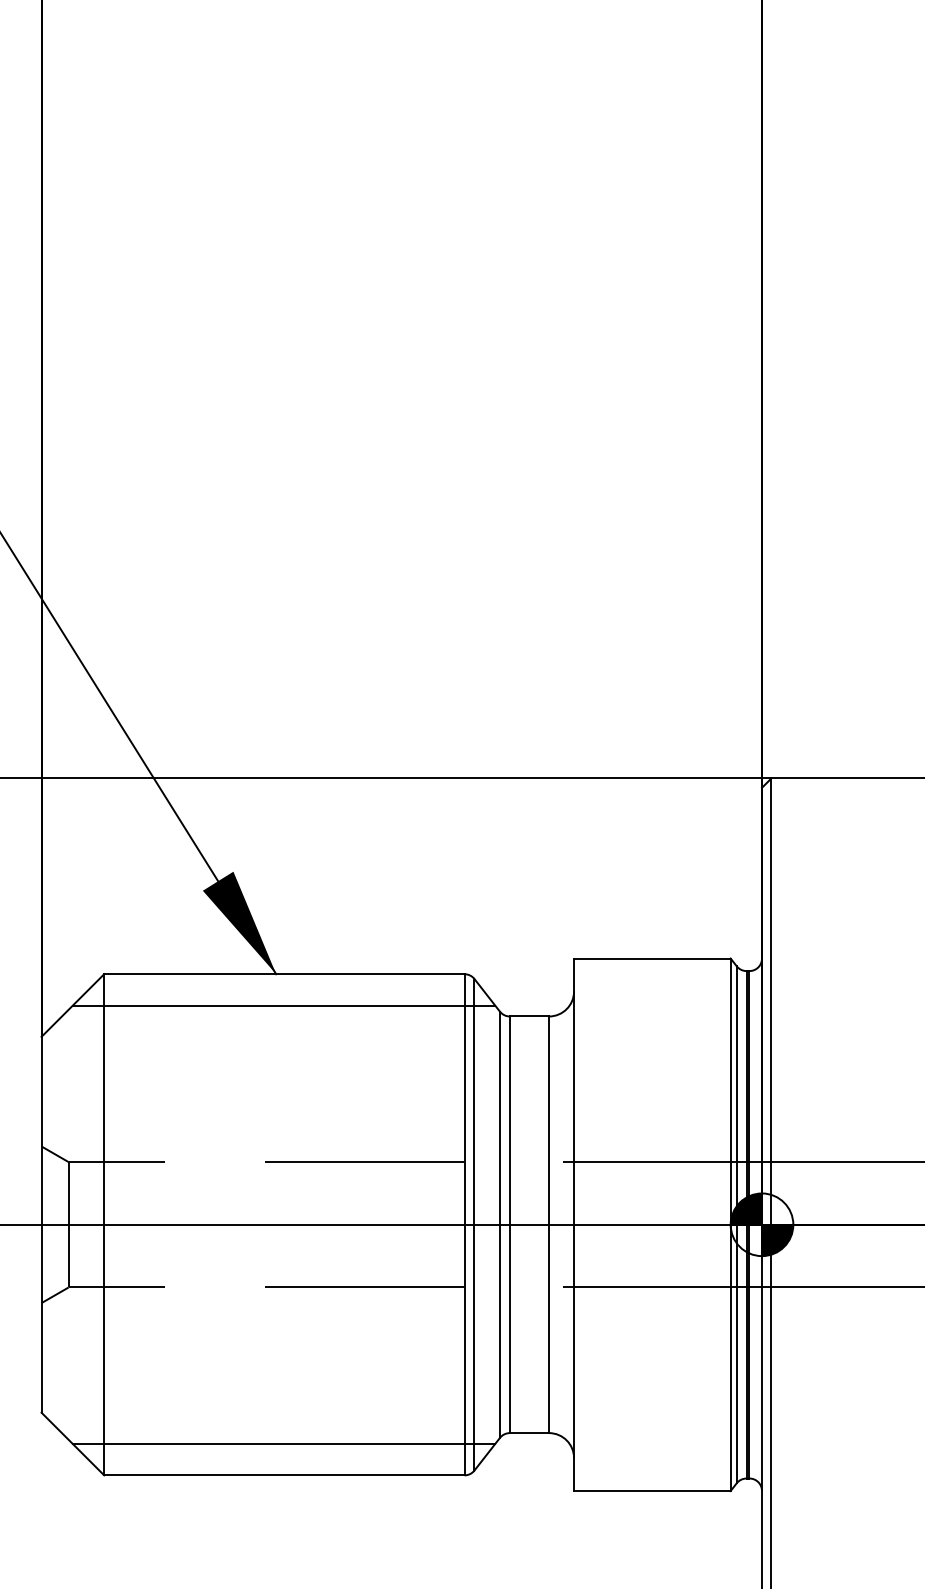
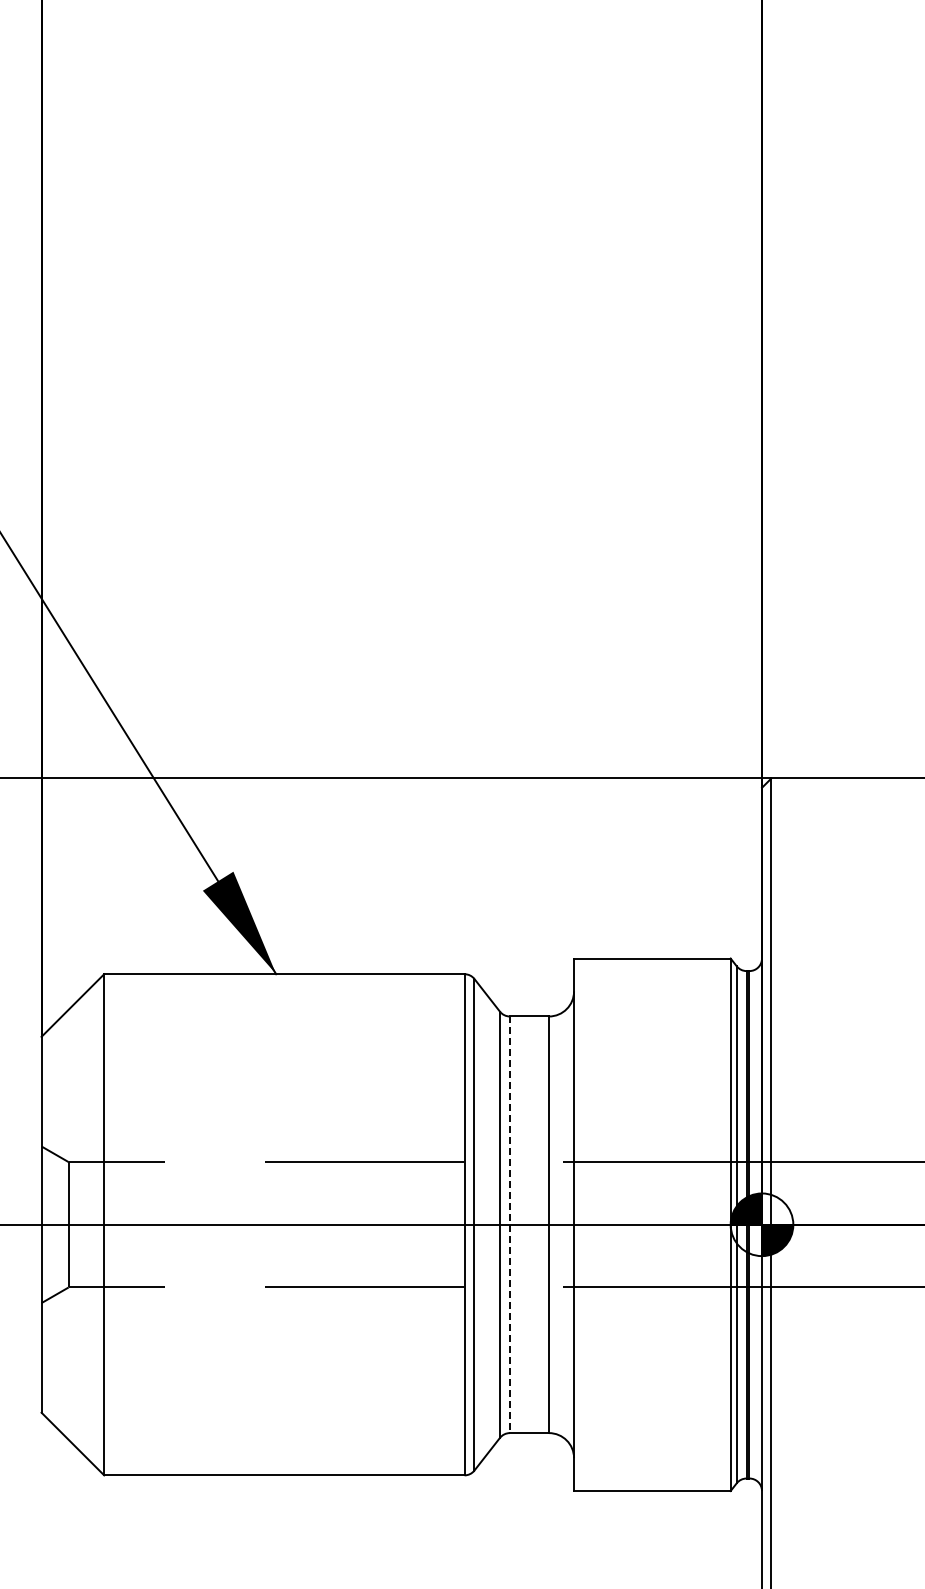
line at (283, 1005): present -> none
line at (509, 1225): solid -> dashed
line at (283, 1444): present -> none
